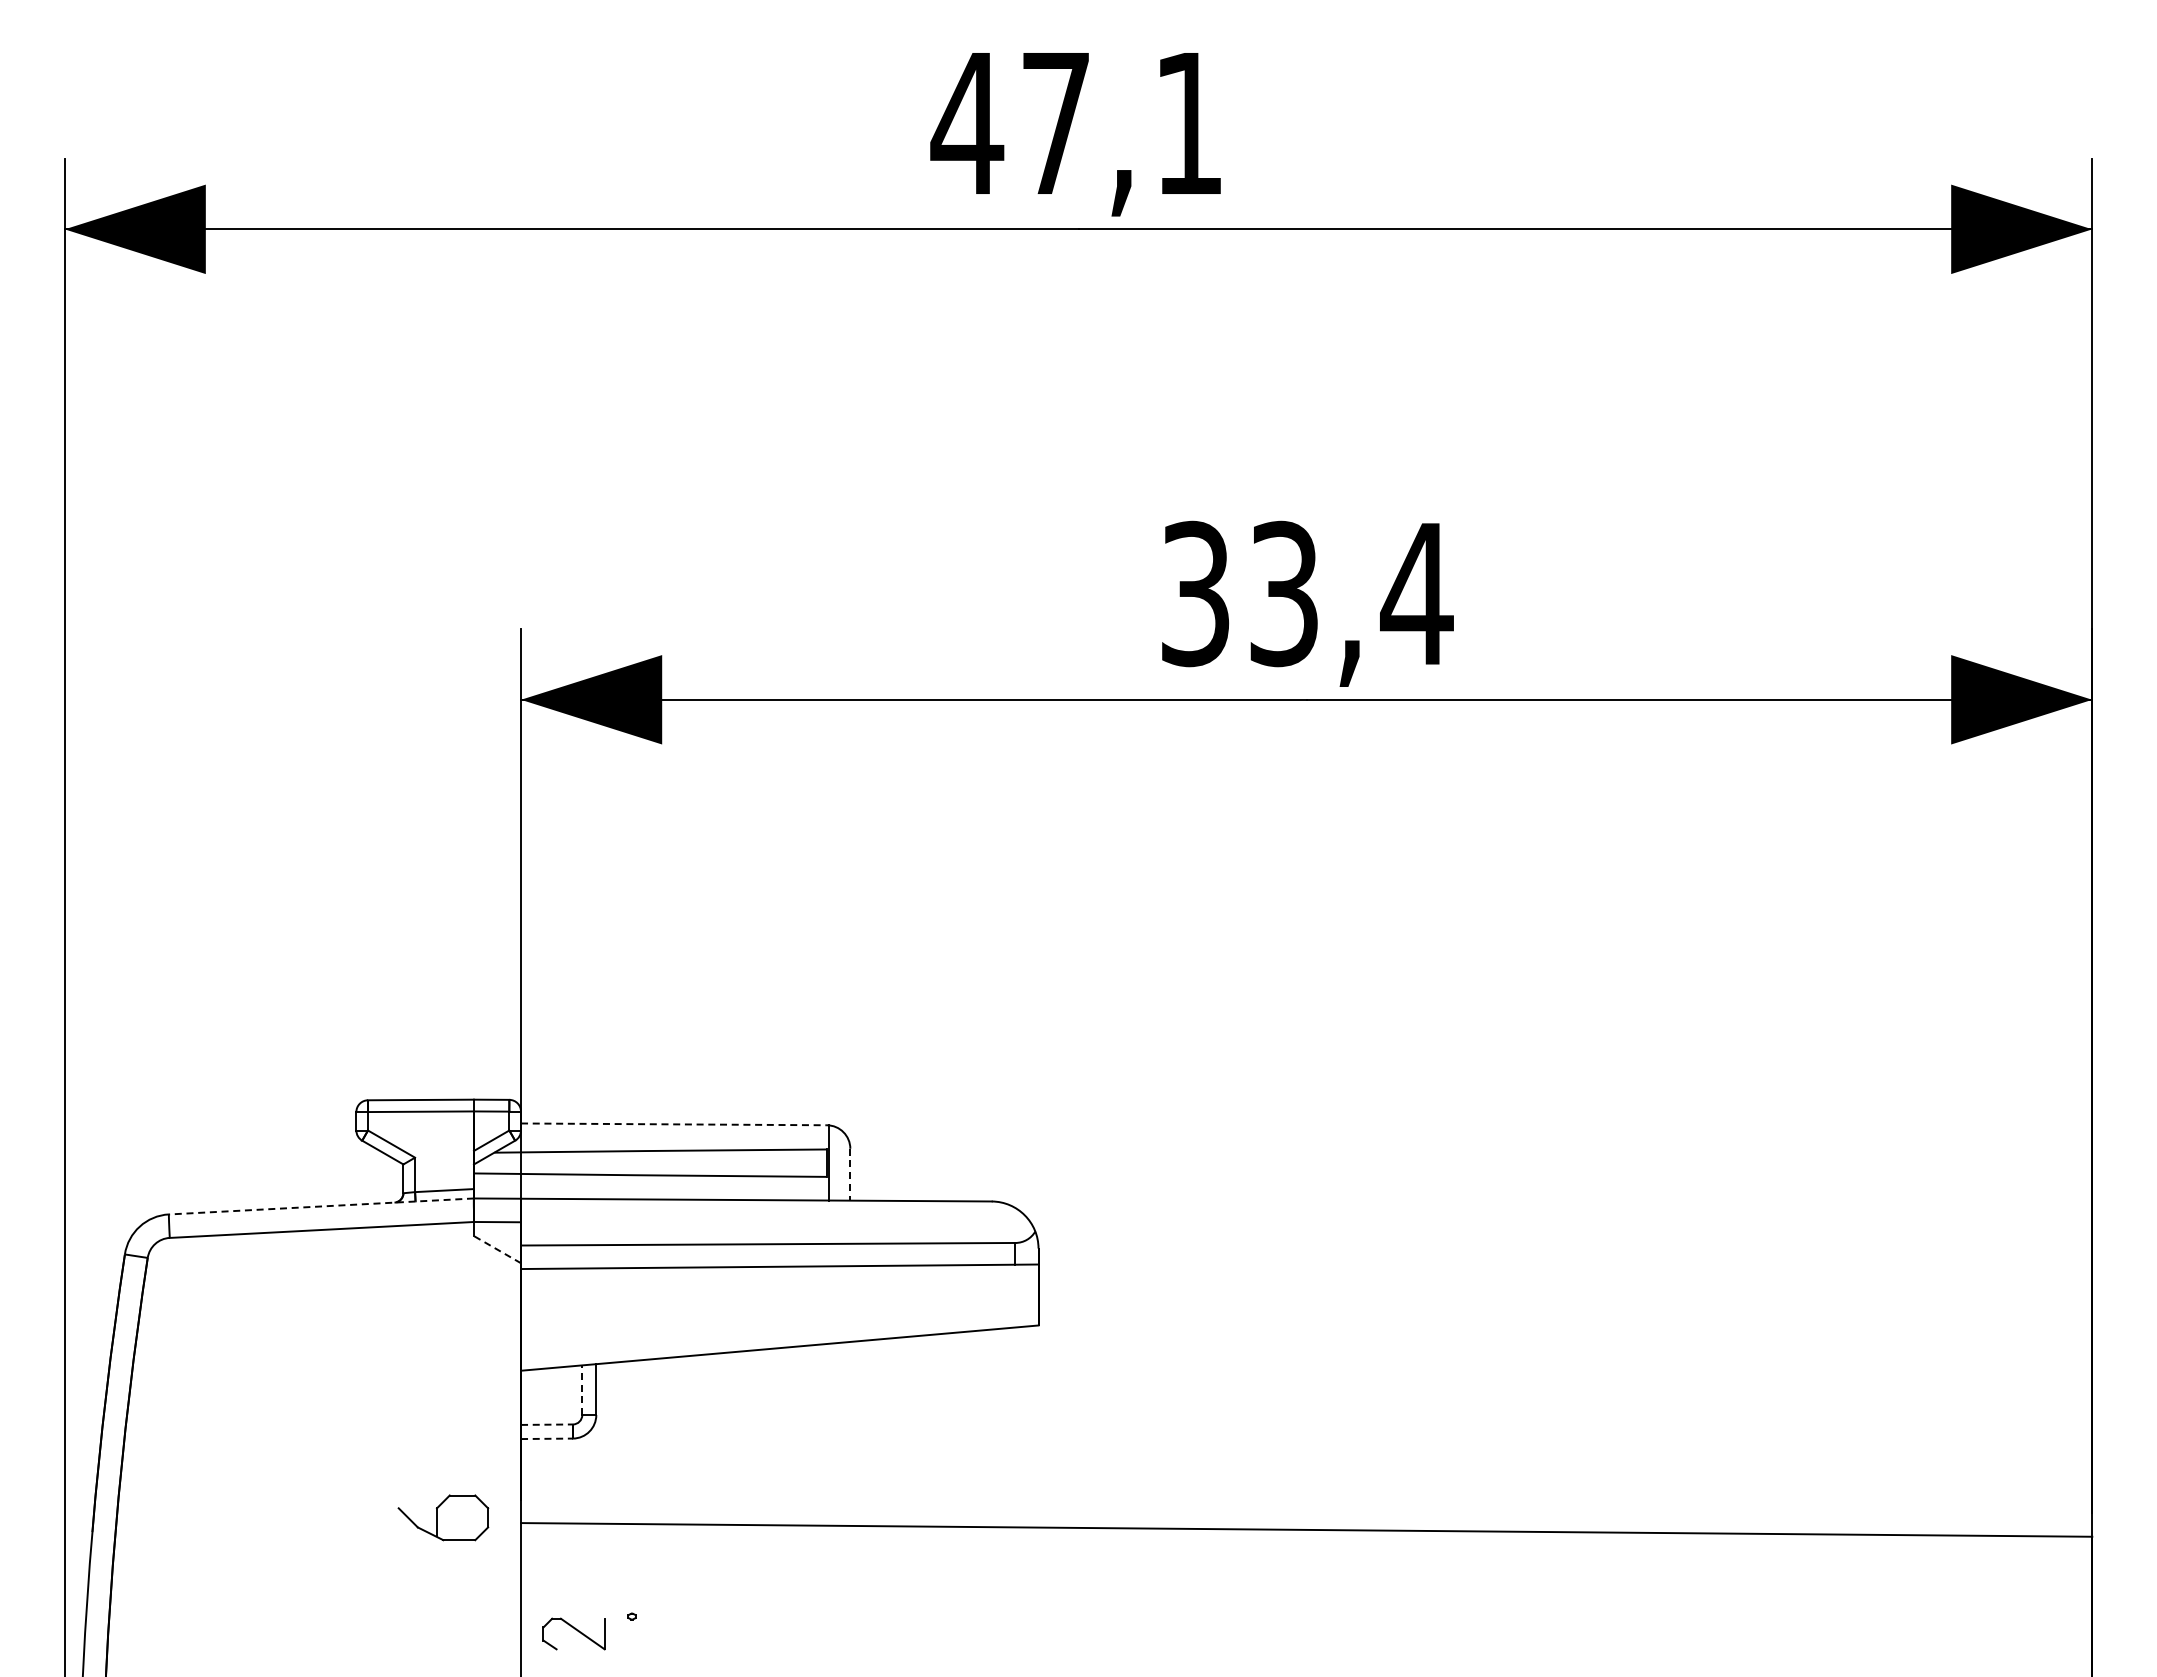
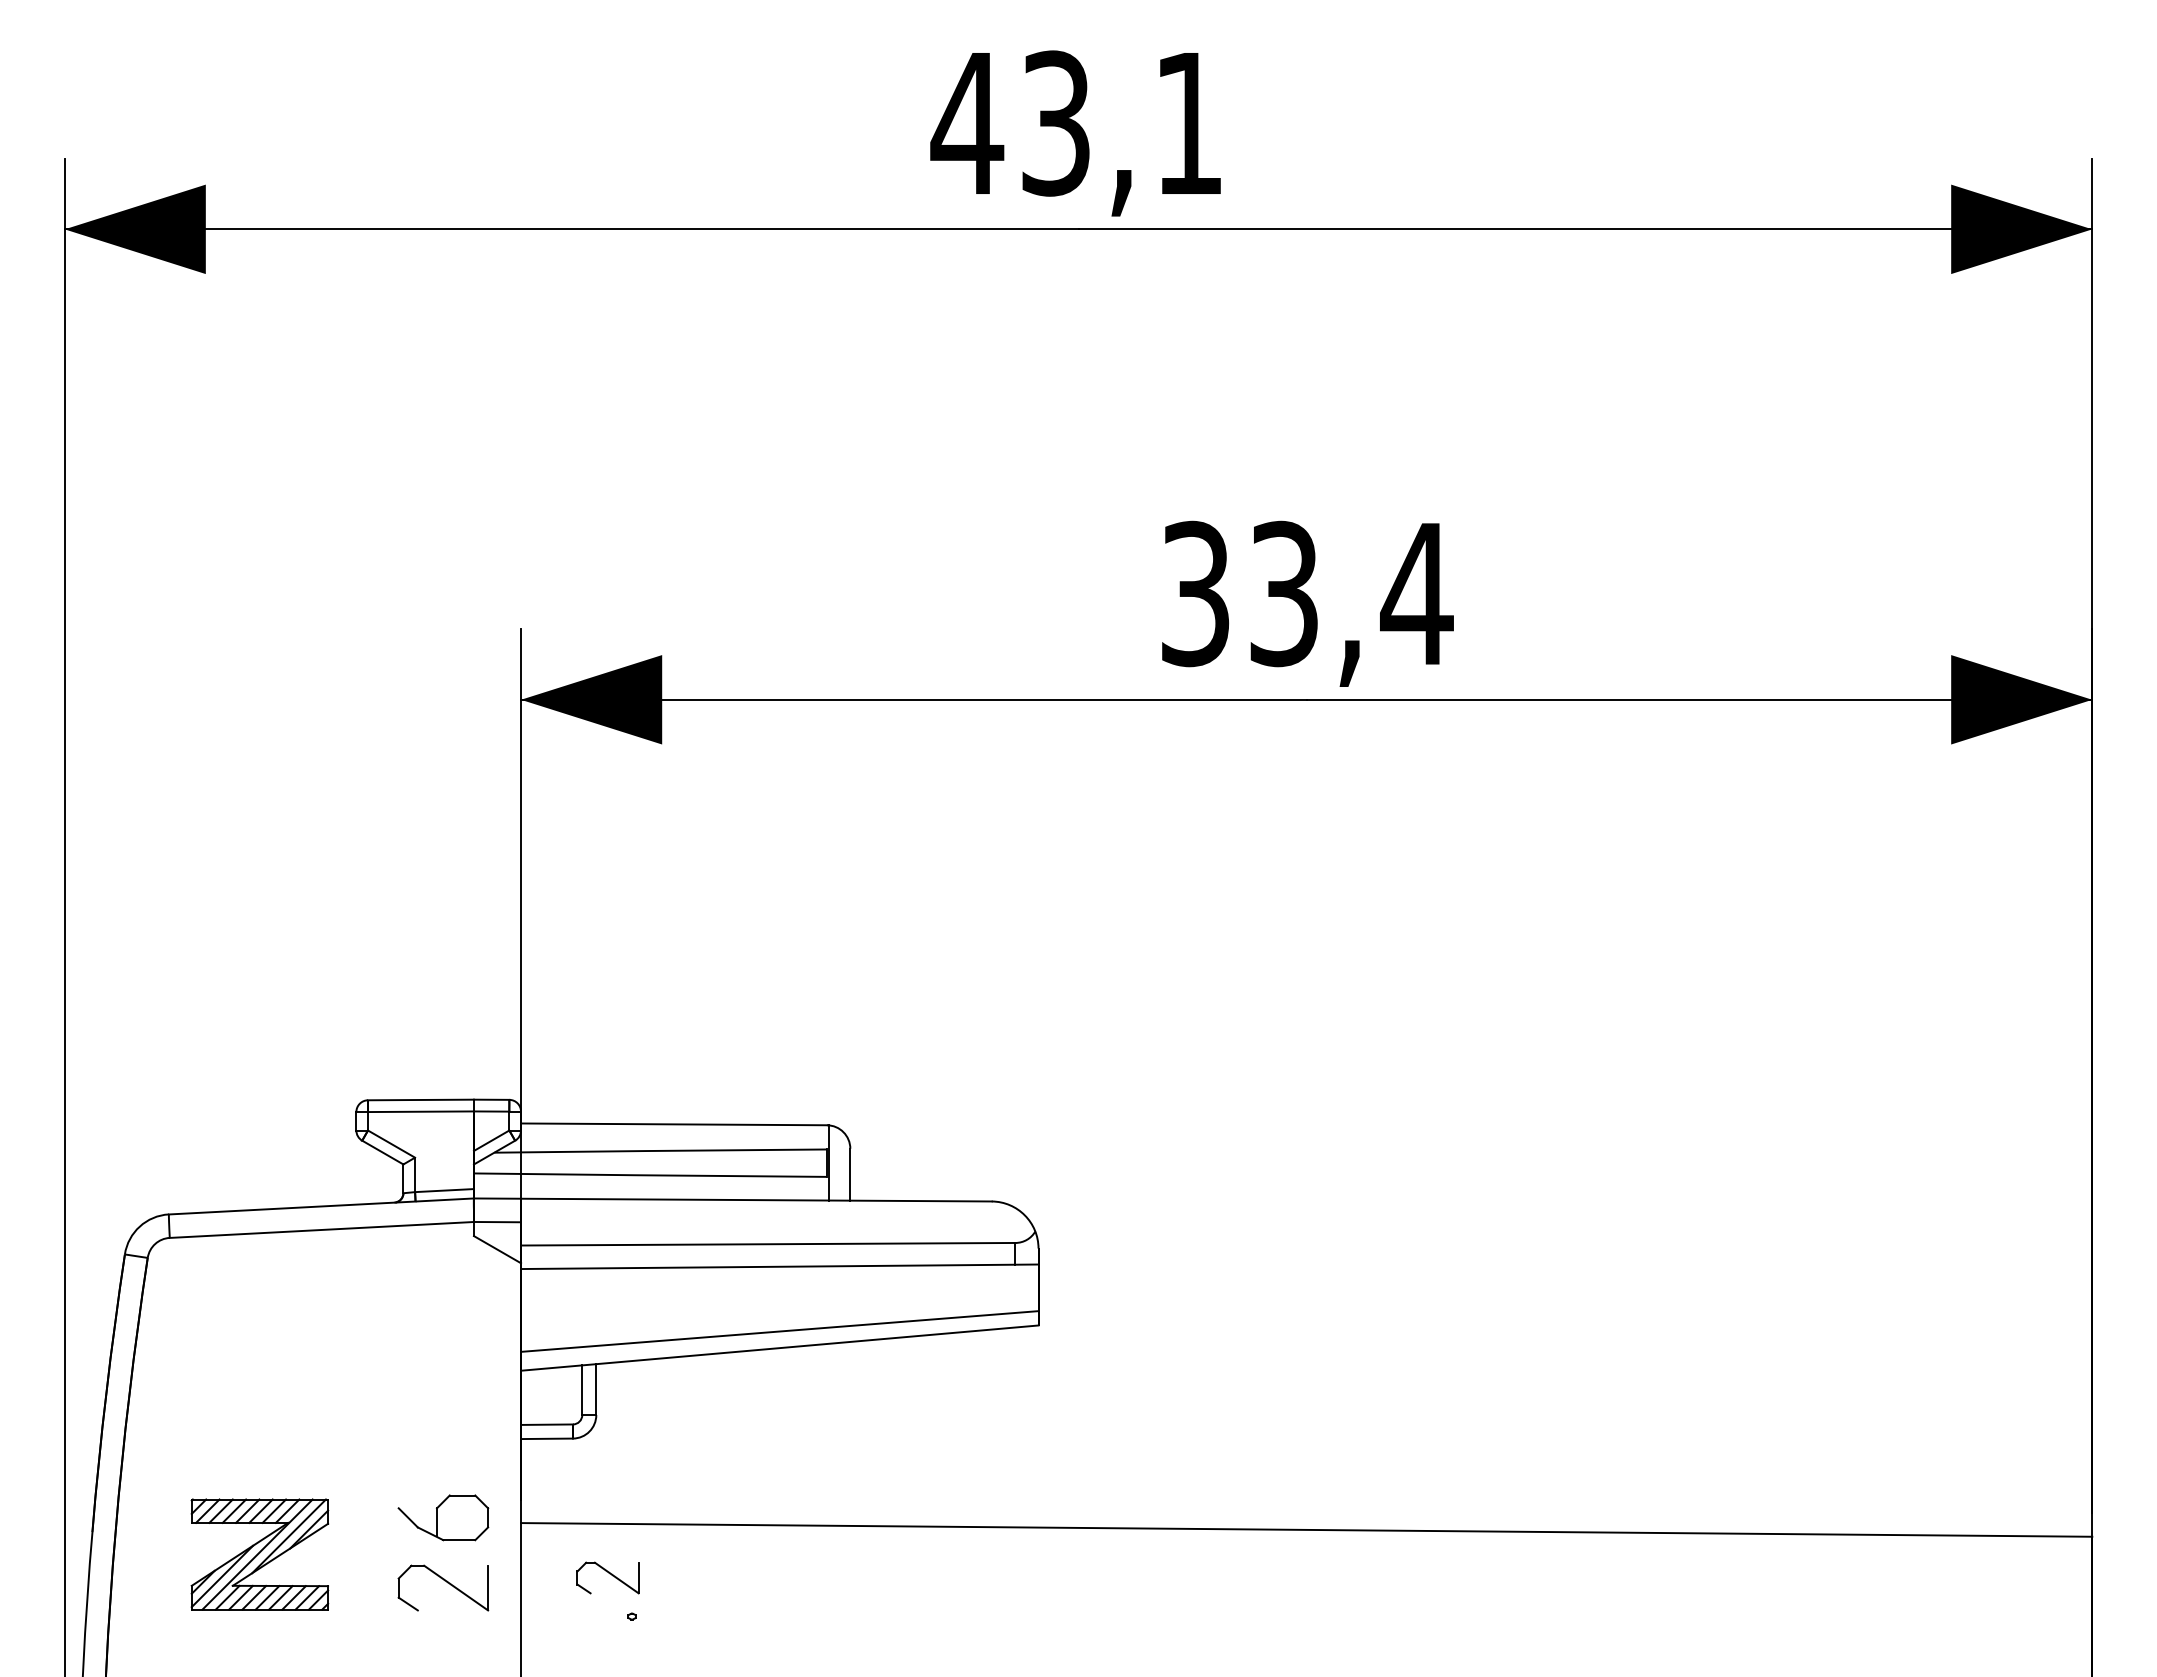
text at (1055, 123): 47,1 -> 43,1
line at (673, 1124): dashed -> solid
line at (850, 1174): dashed -> solid
line at (321, 1206): dashed -> solid
line at (497, 1249): dashed -> solid
line at (779, 1331): none -> present
line at (582, 1390): dashed -> solid
line at (547, 1424): dashed -> solid
line at (547, 1438): dashed -> solid
part at (259, 1554): none -> present
part at (443, 1587): none -> present
part at (573, 1633) position: (573, 1633) -> (607, 1577)
